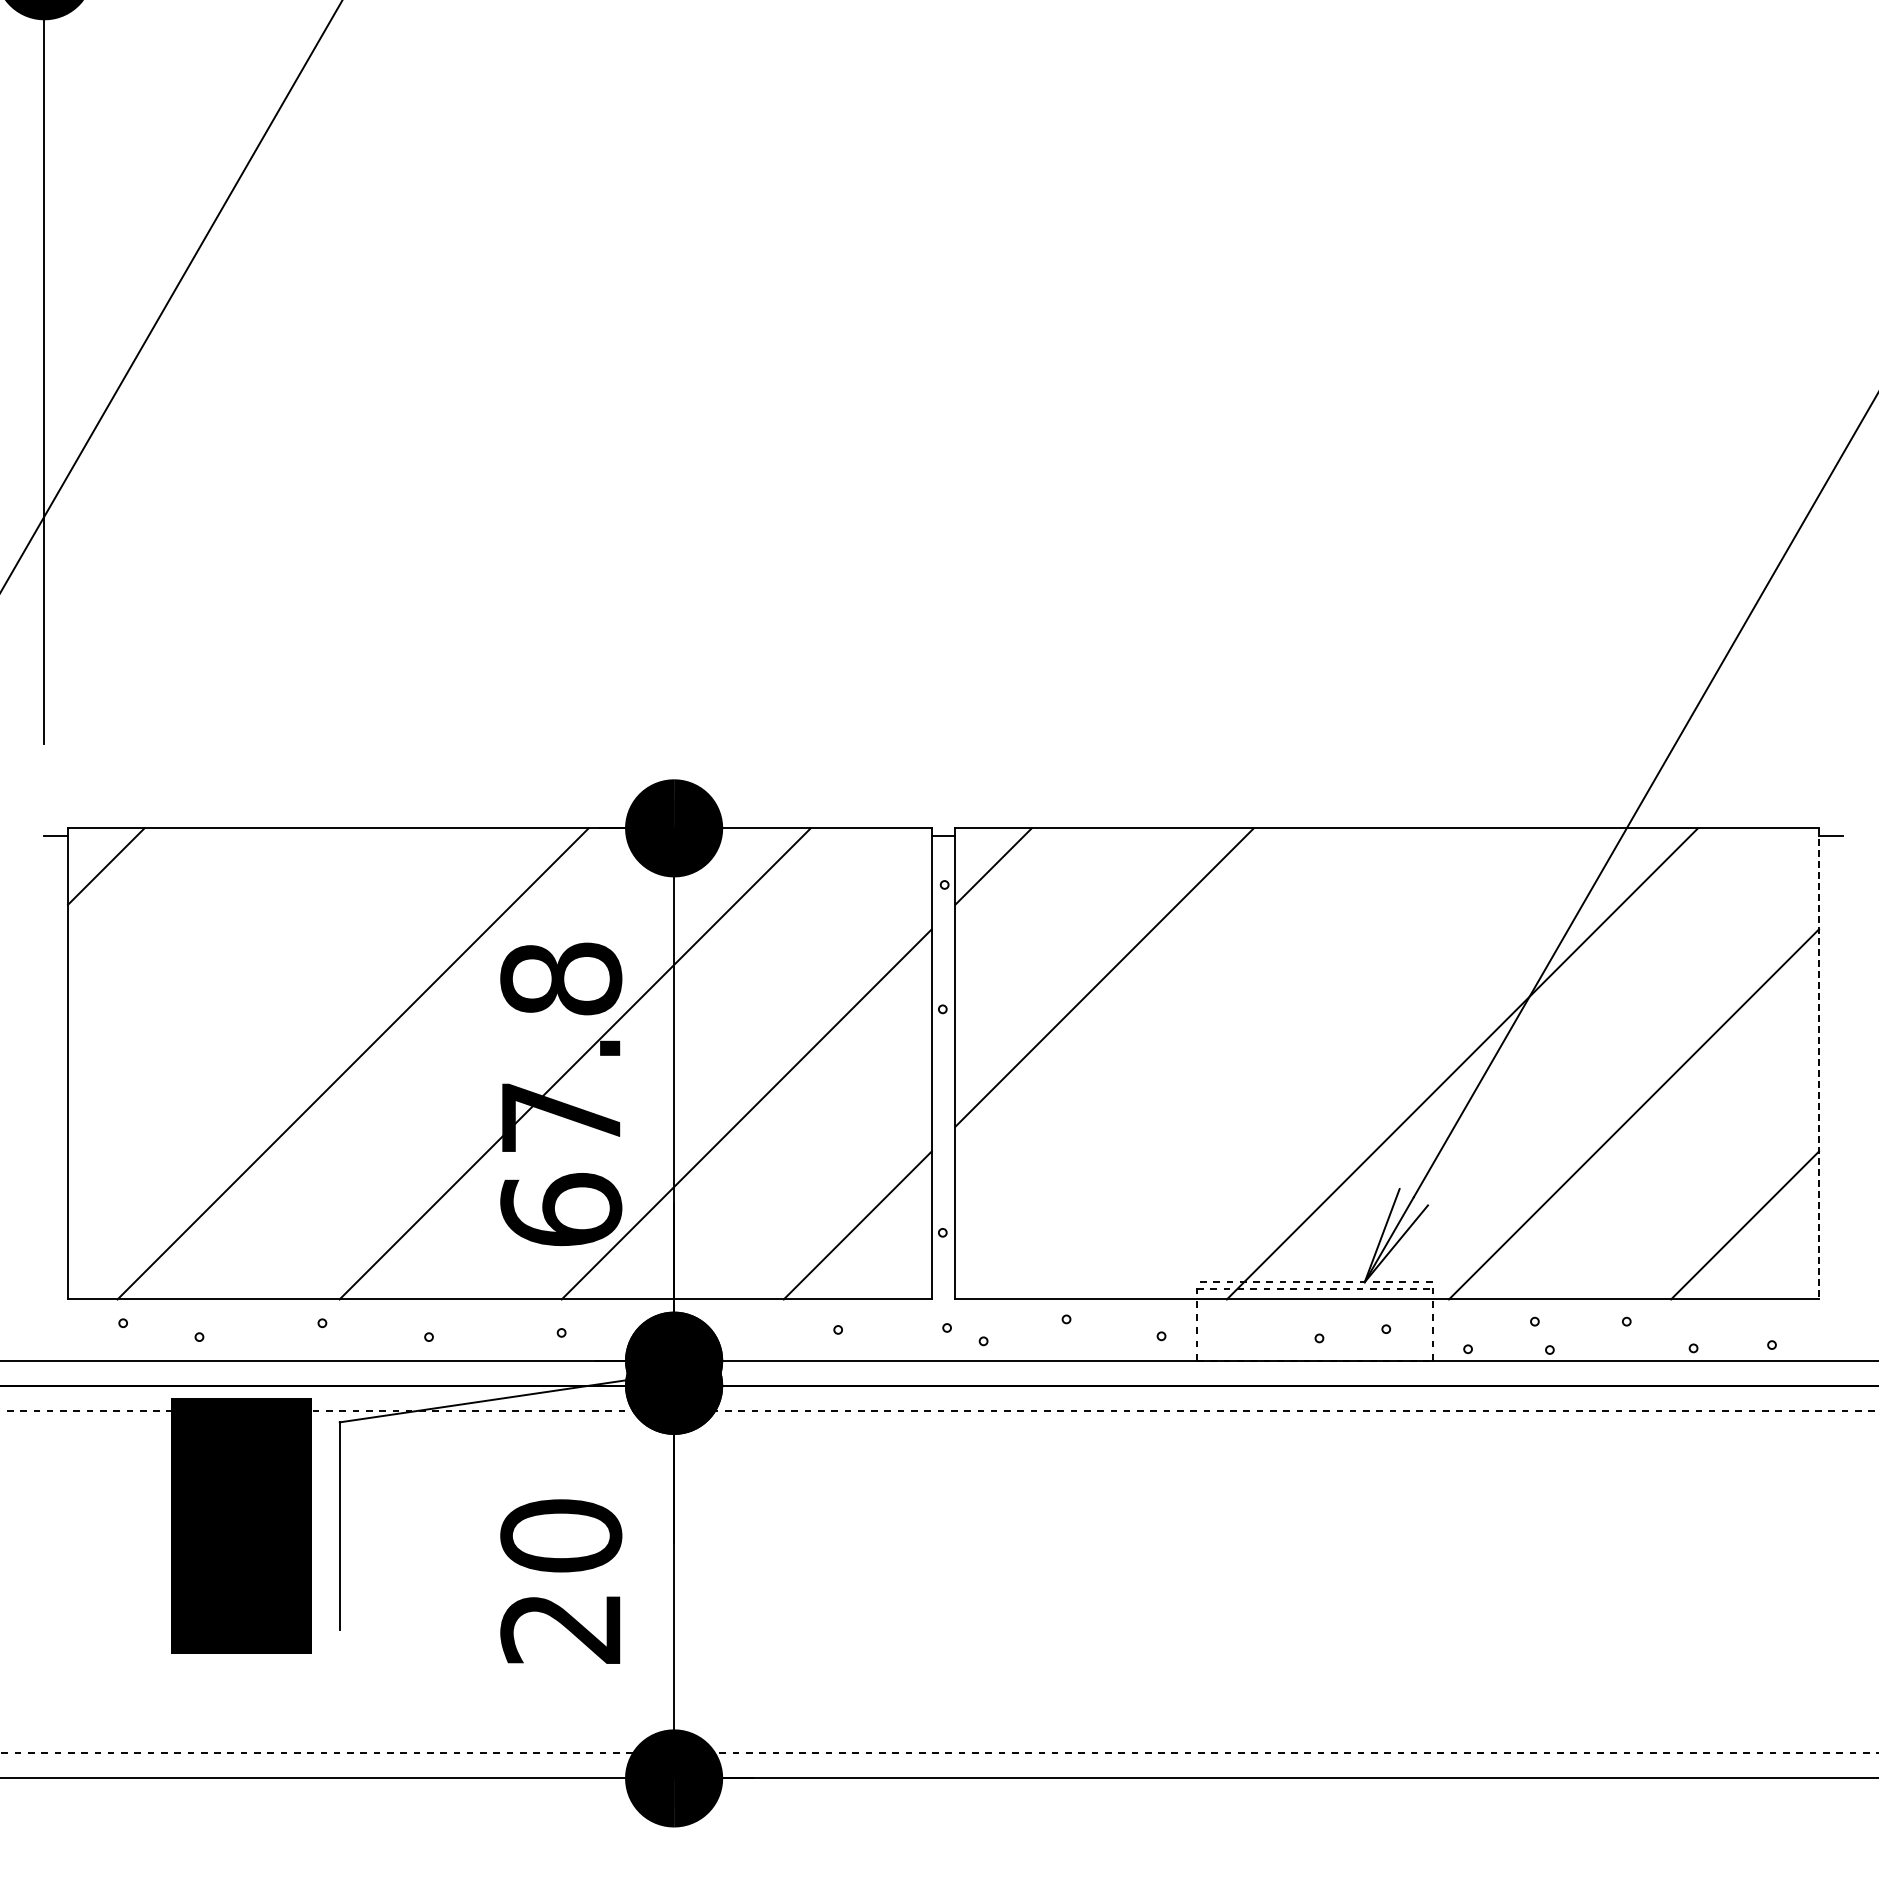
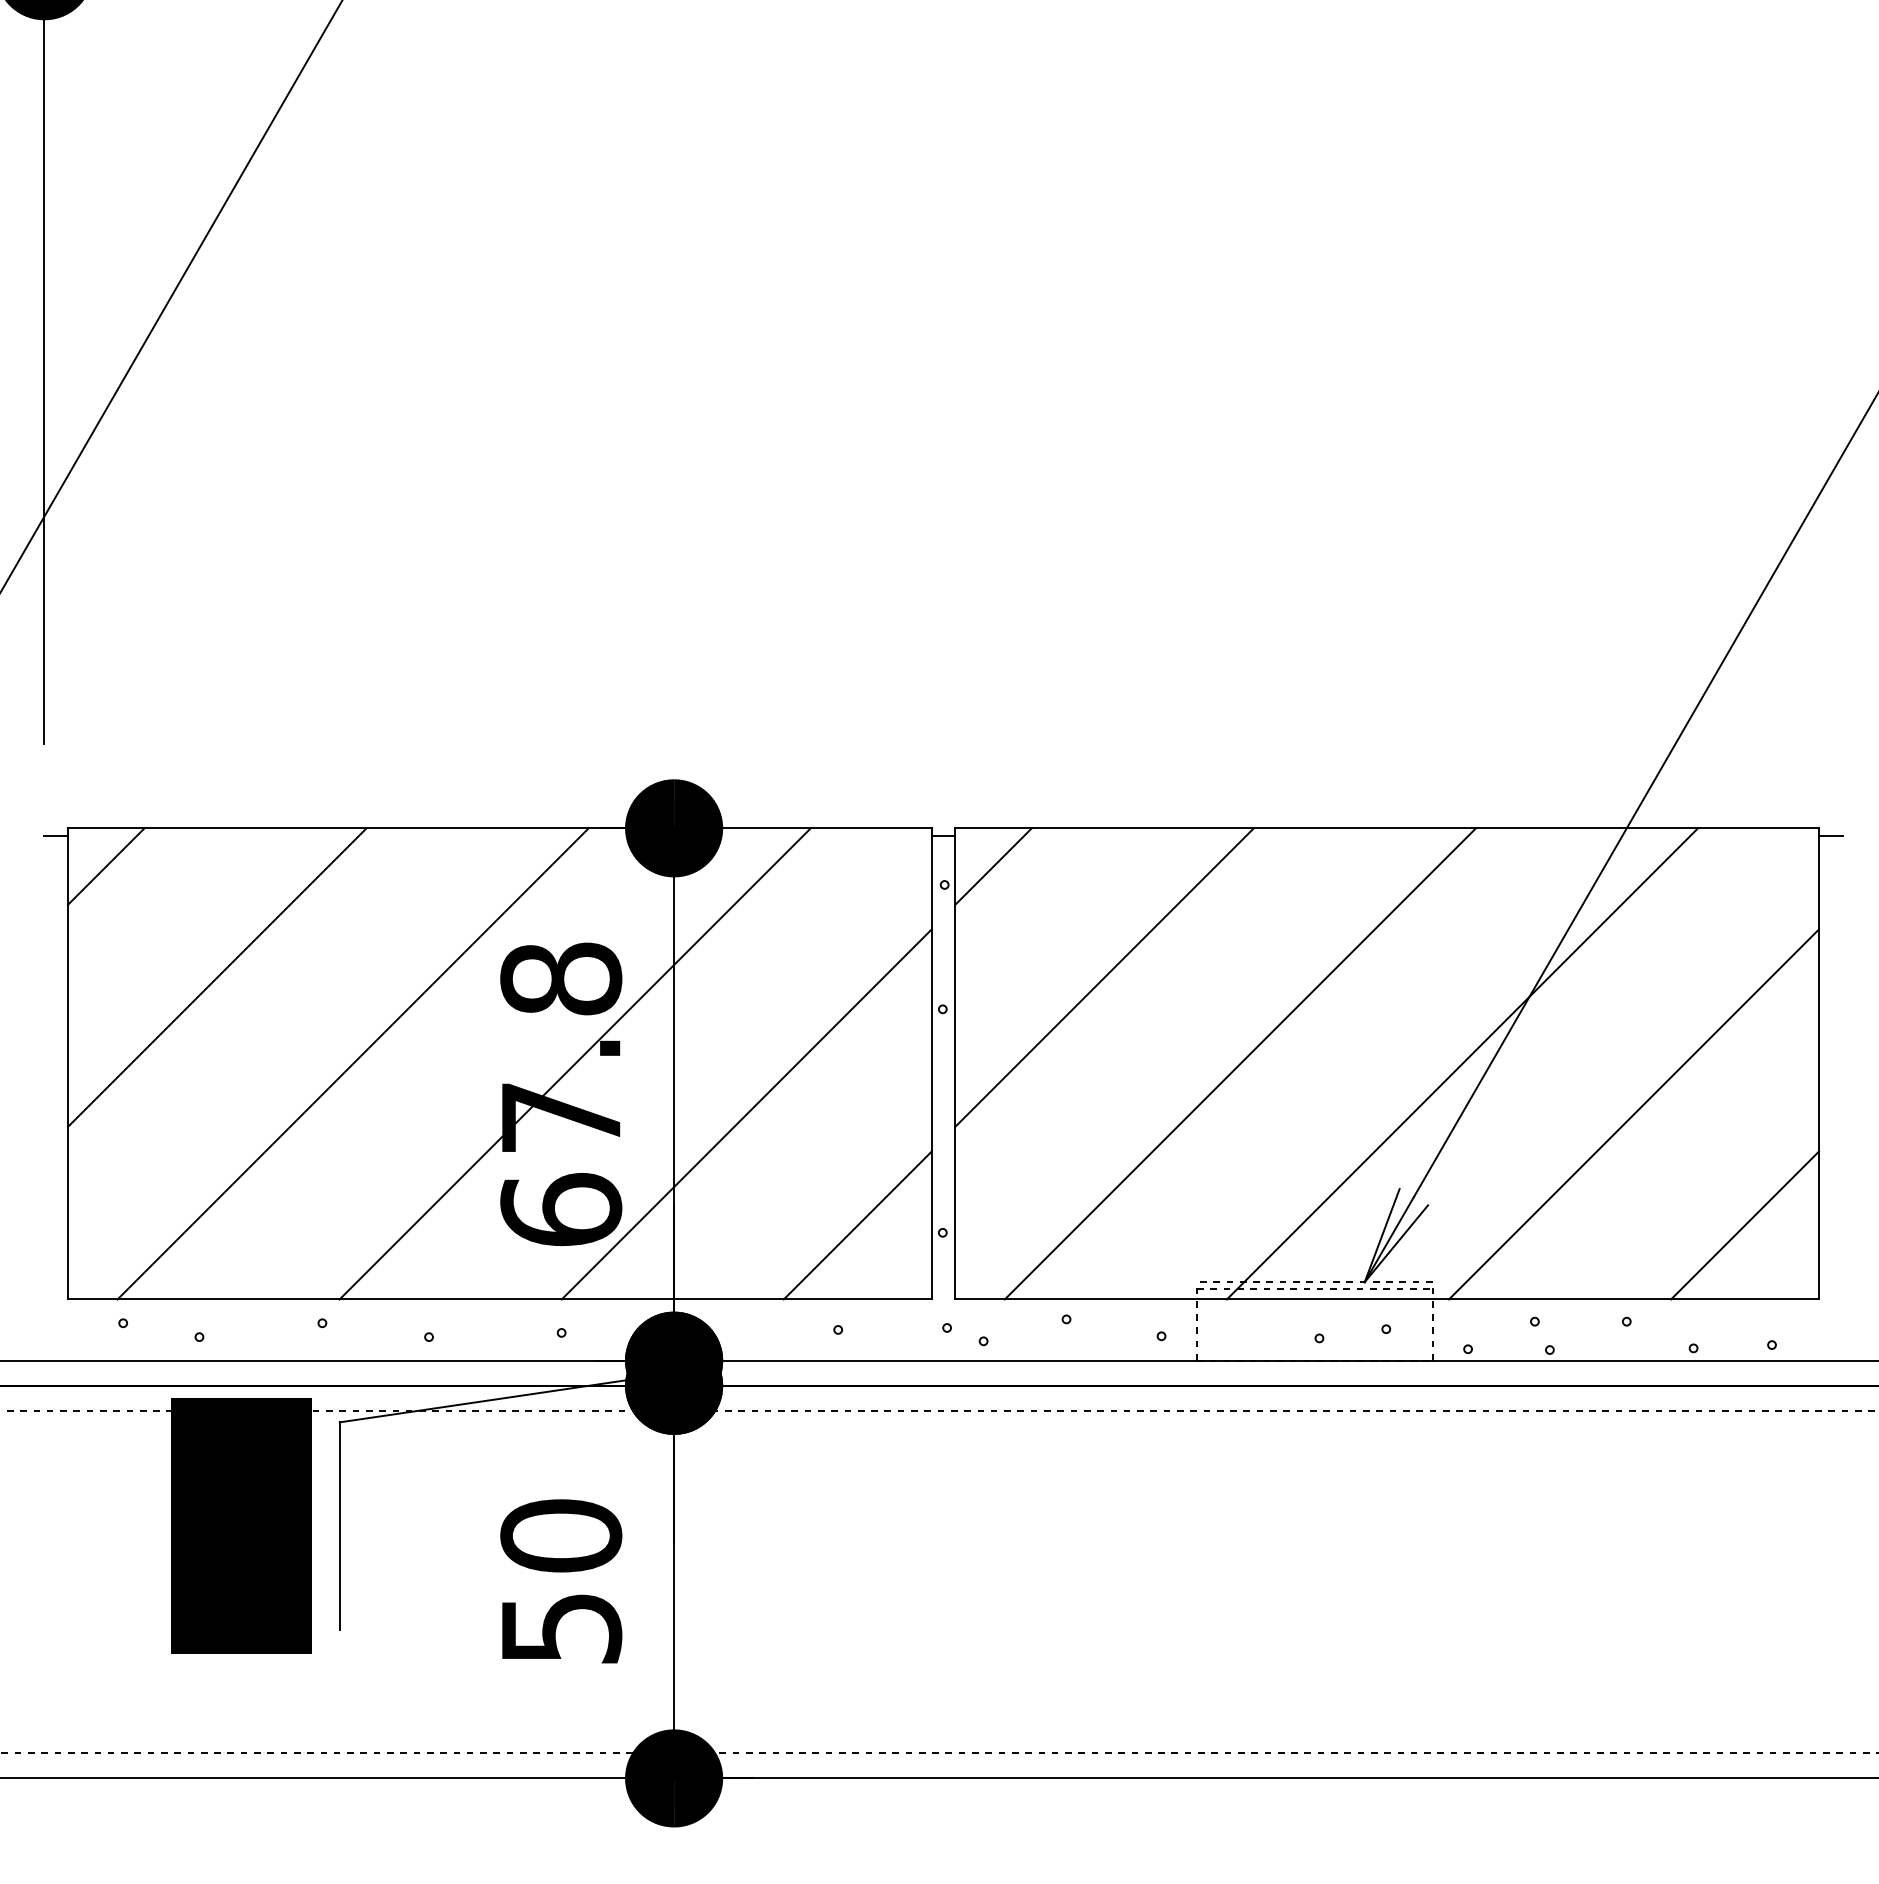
line at (217, 977): none -> present
line at (1239, 1063): none -> present
line at (1818, 1063): dashed -> solid
text at (561, 1628): 20 -> 50
